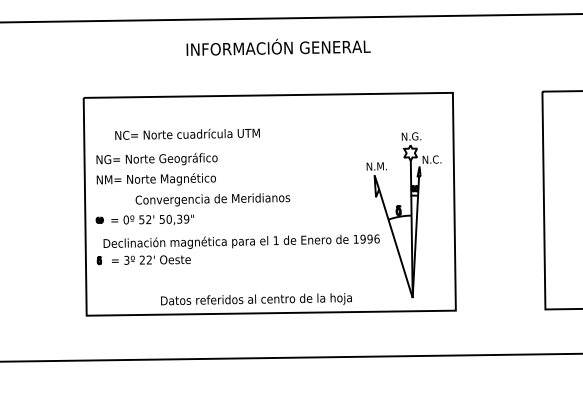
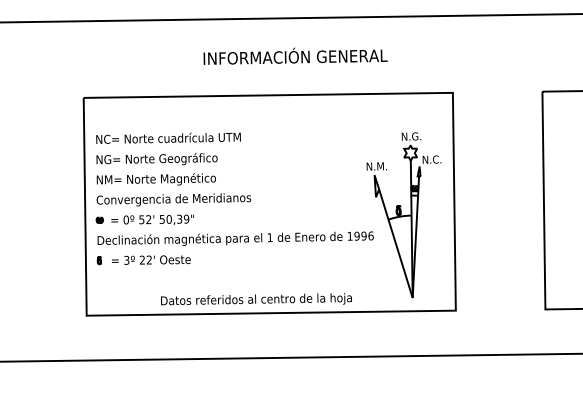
text at (278, 46) position: (278, 46) -> (295, 55)
text at (187, 133) position: (187, 133) -> (168, 137)
text at (212, 199) position: (212, 199) -> (173, 199)
text at (241, 241) position: (241, 241) -> (235, 238)
